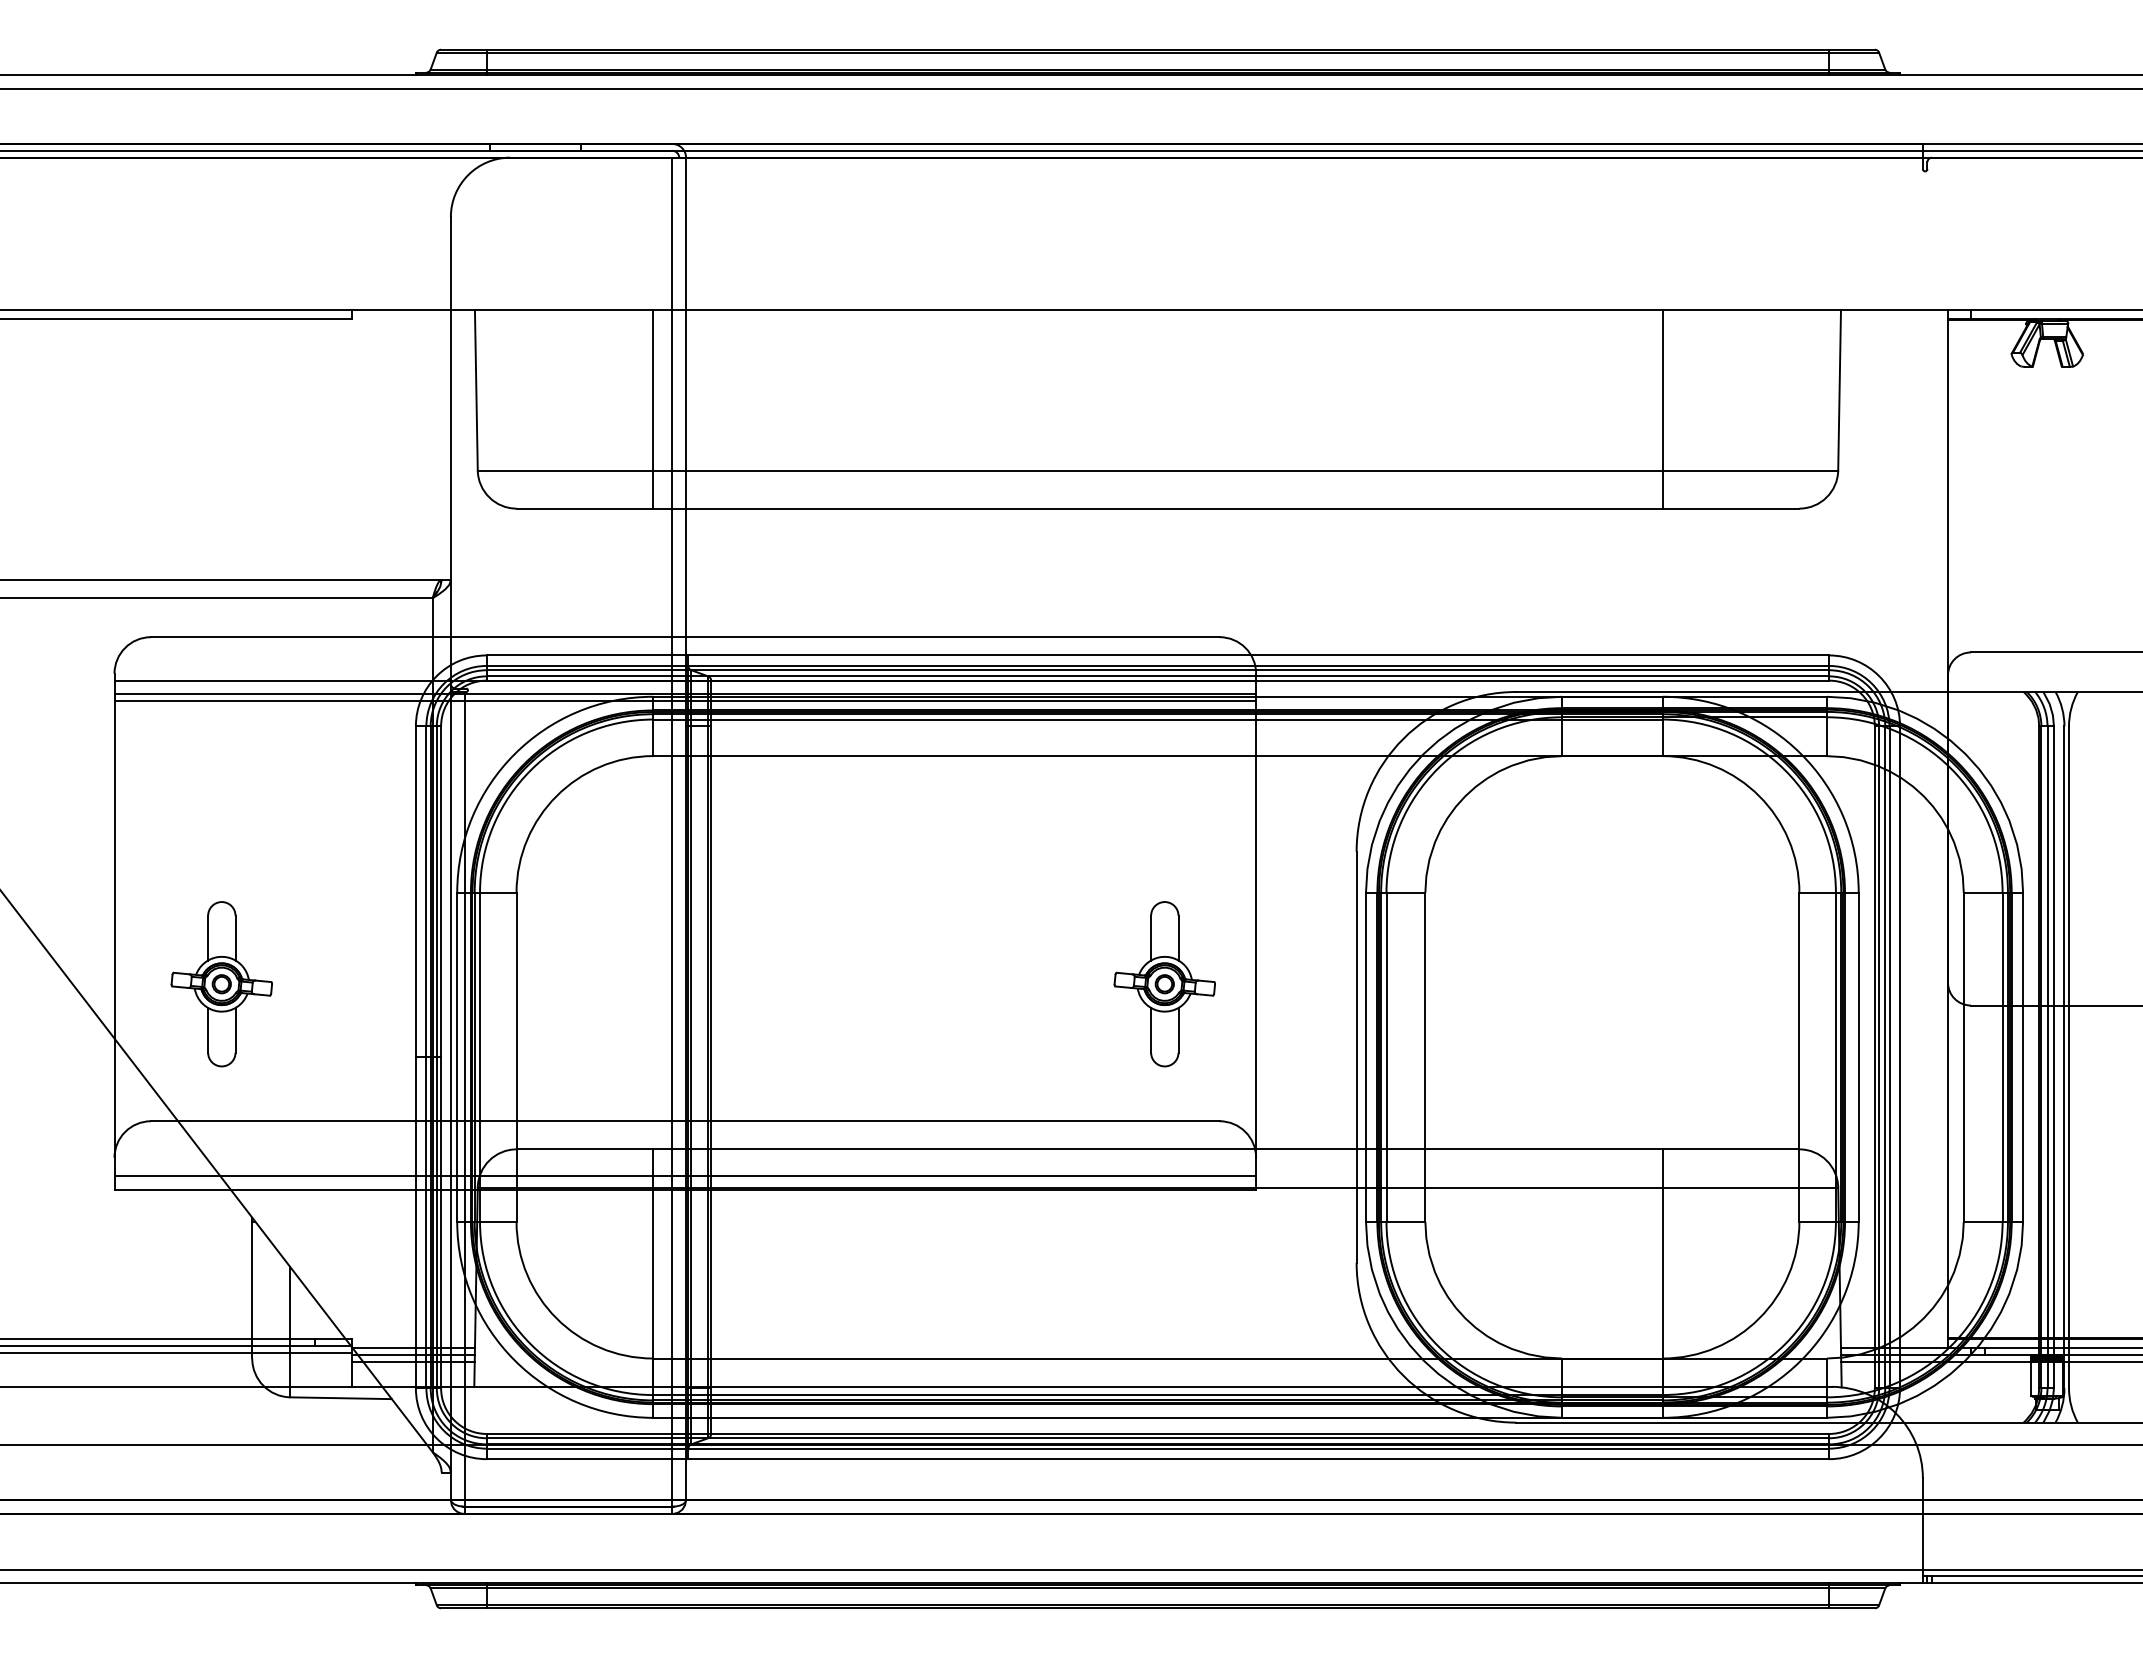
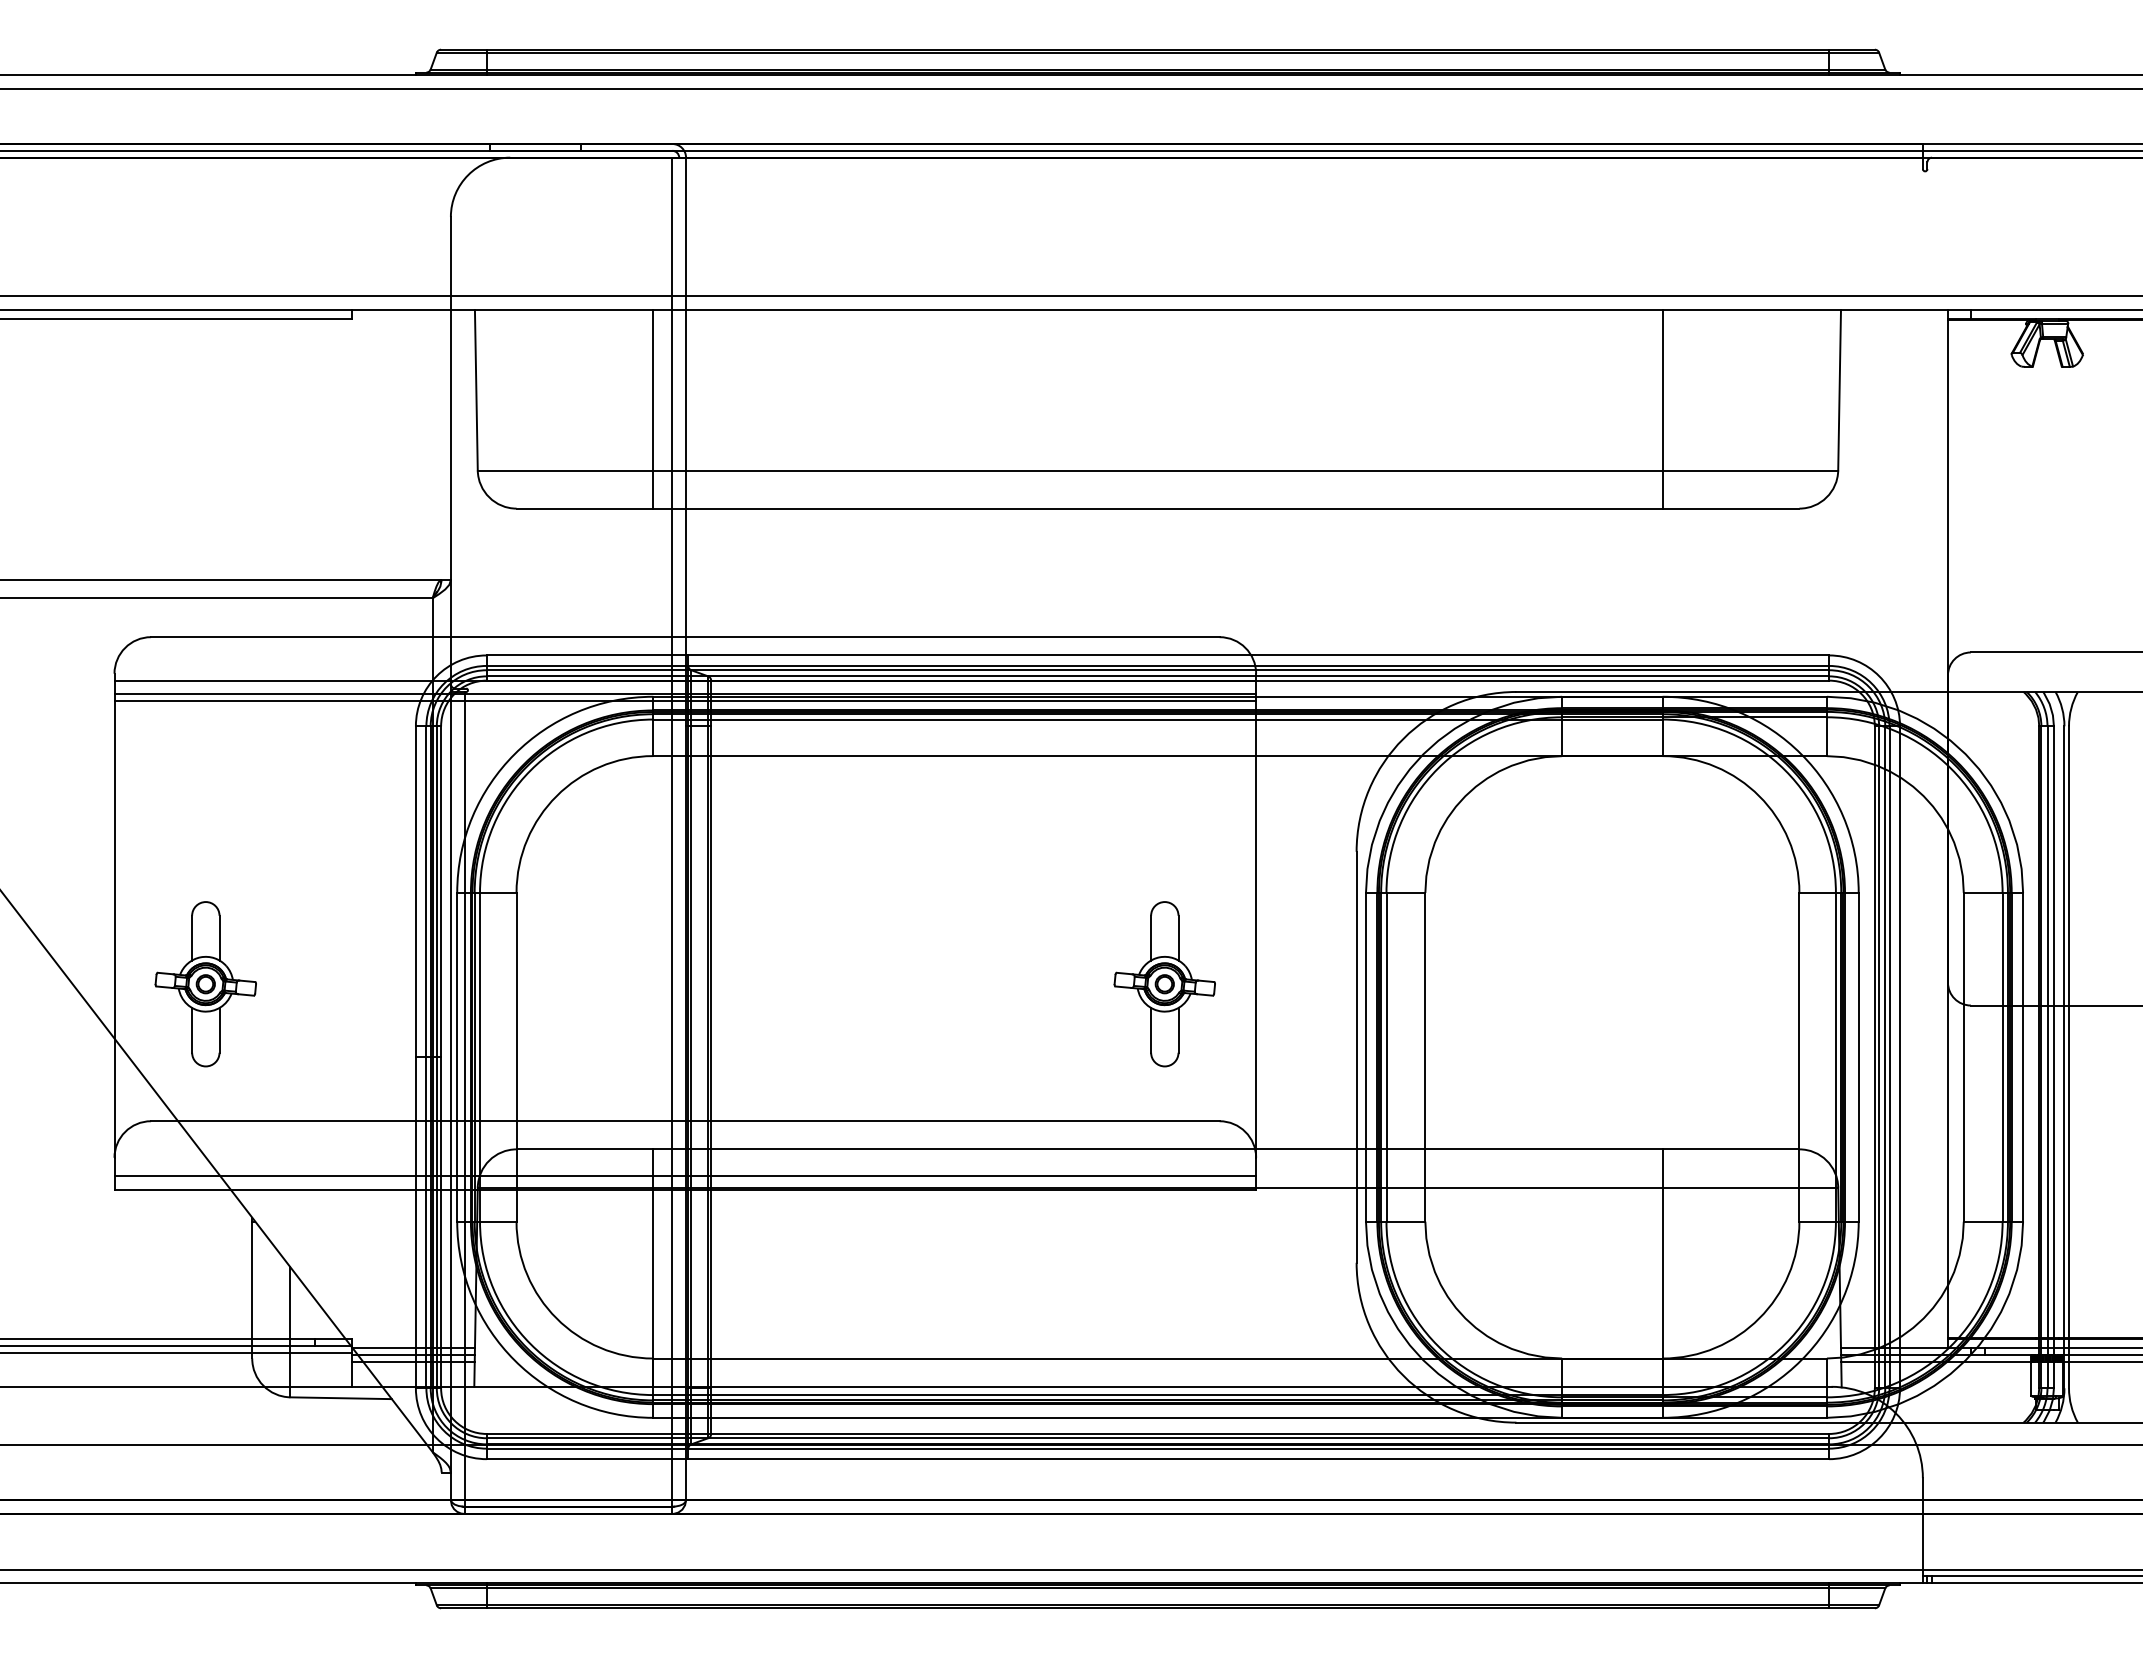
line at (1070, 296): none -> present
part at (221, 984) position: (221, 984) -> (205, 984)
